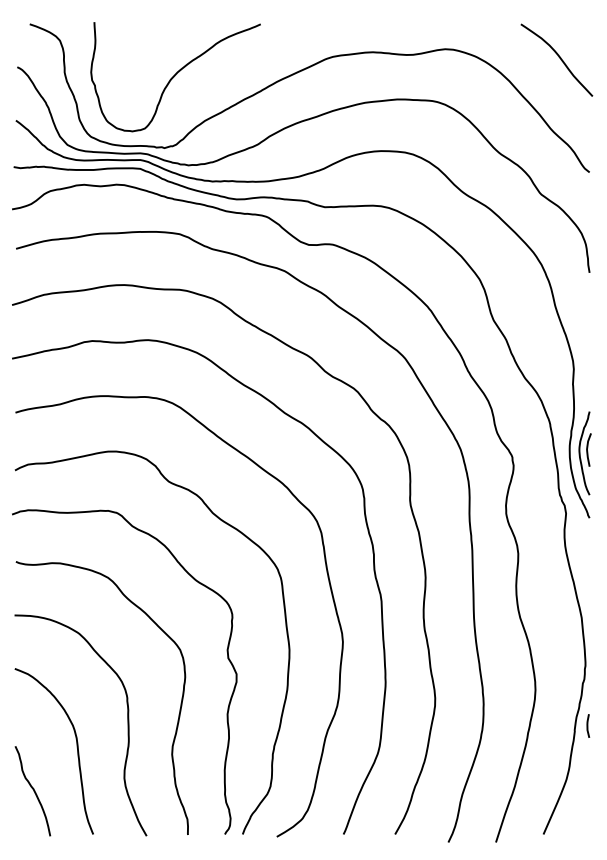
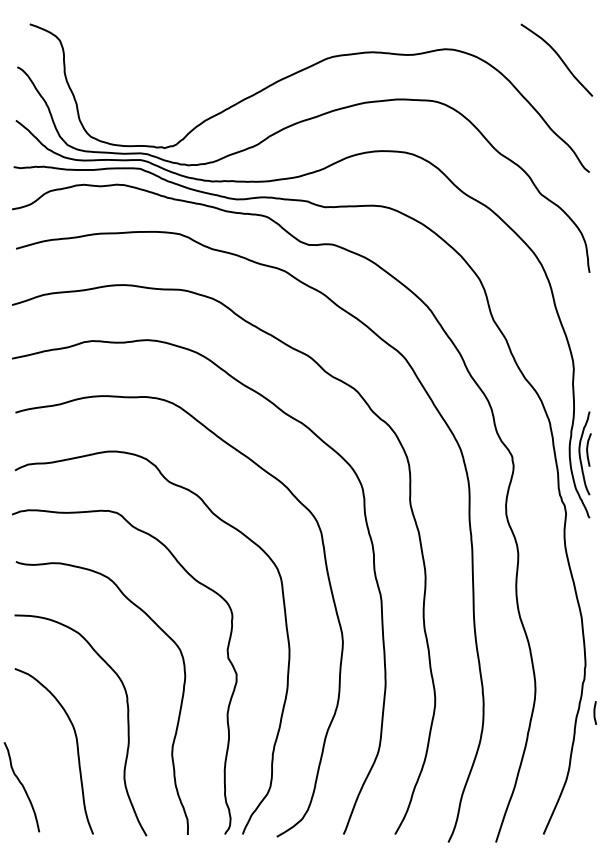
curve at (175, 76): present -> none
curve at (588, 725) position: (588, 725) -> (595, 712)
curve at (33, 791) position: (33, 791) -> (22, 787)
